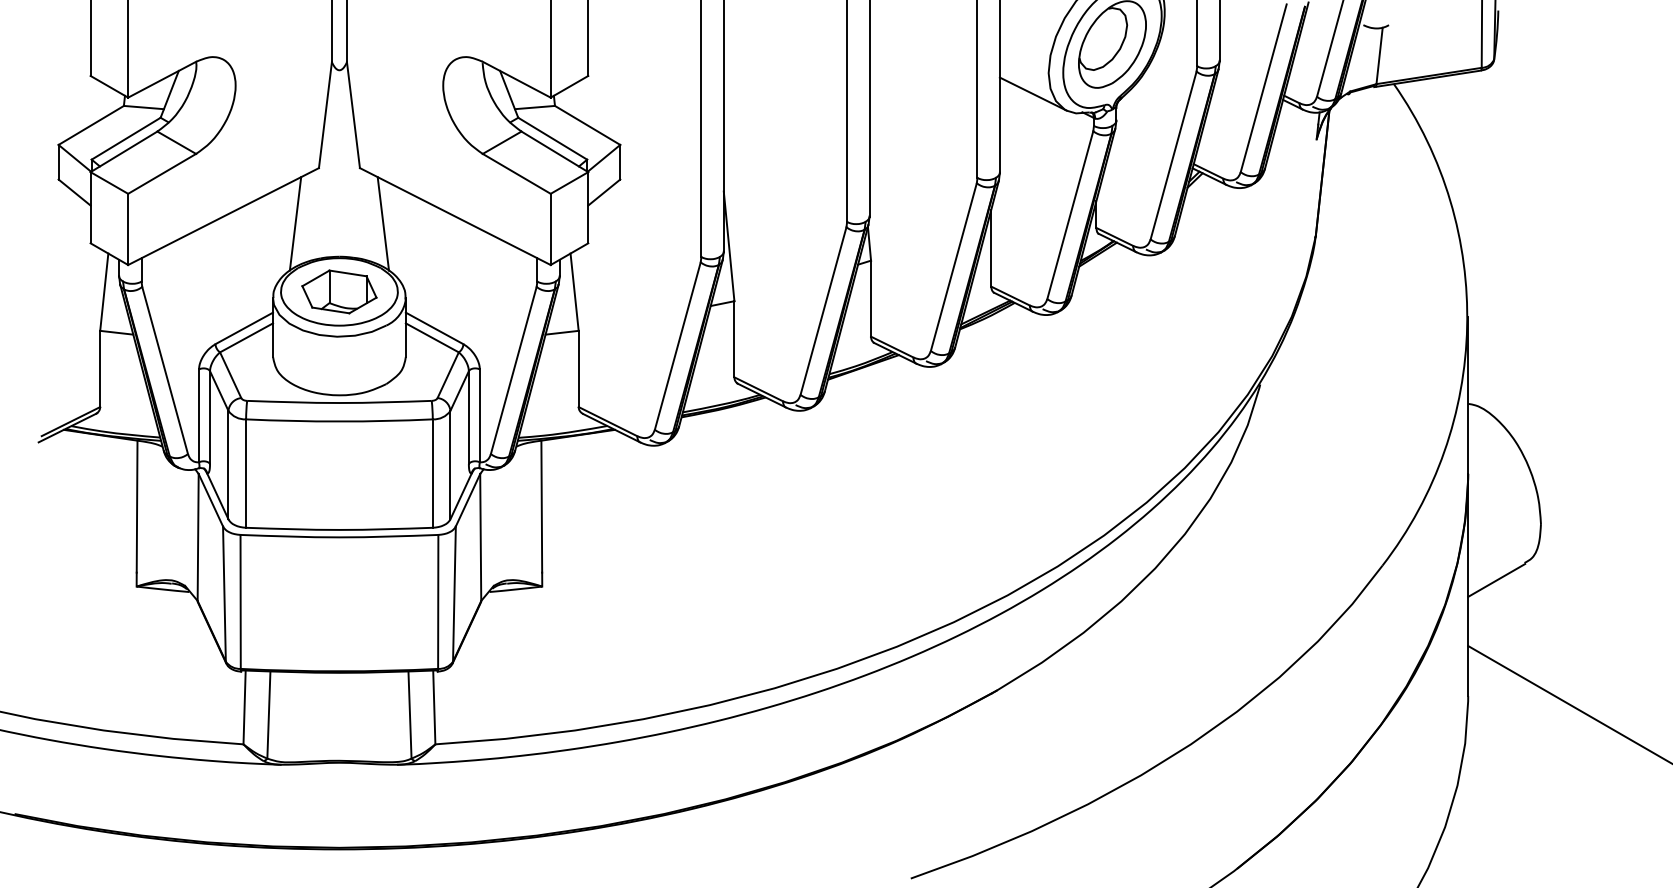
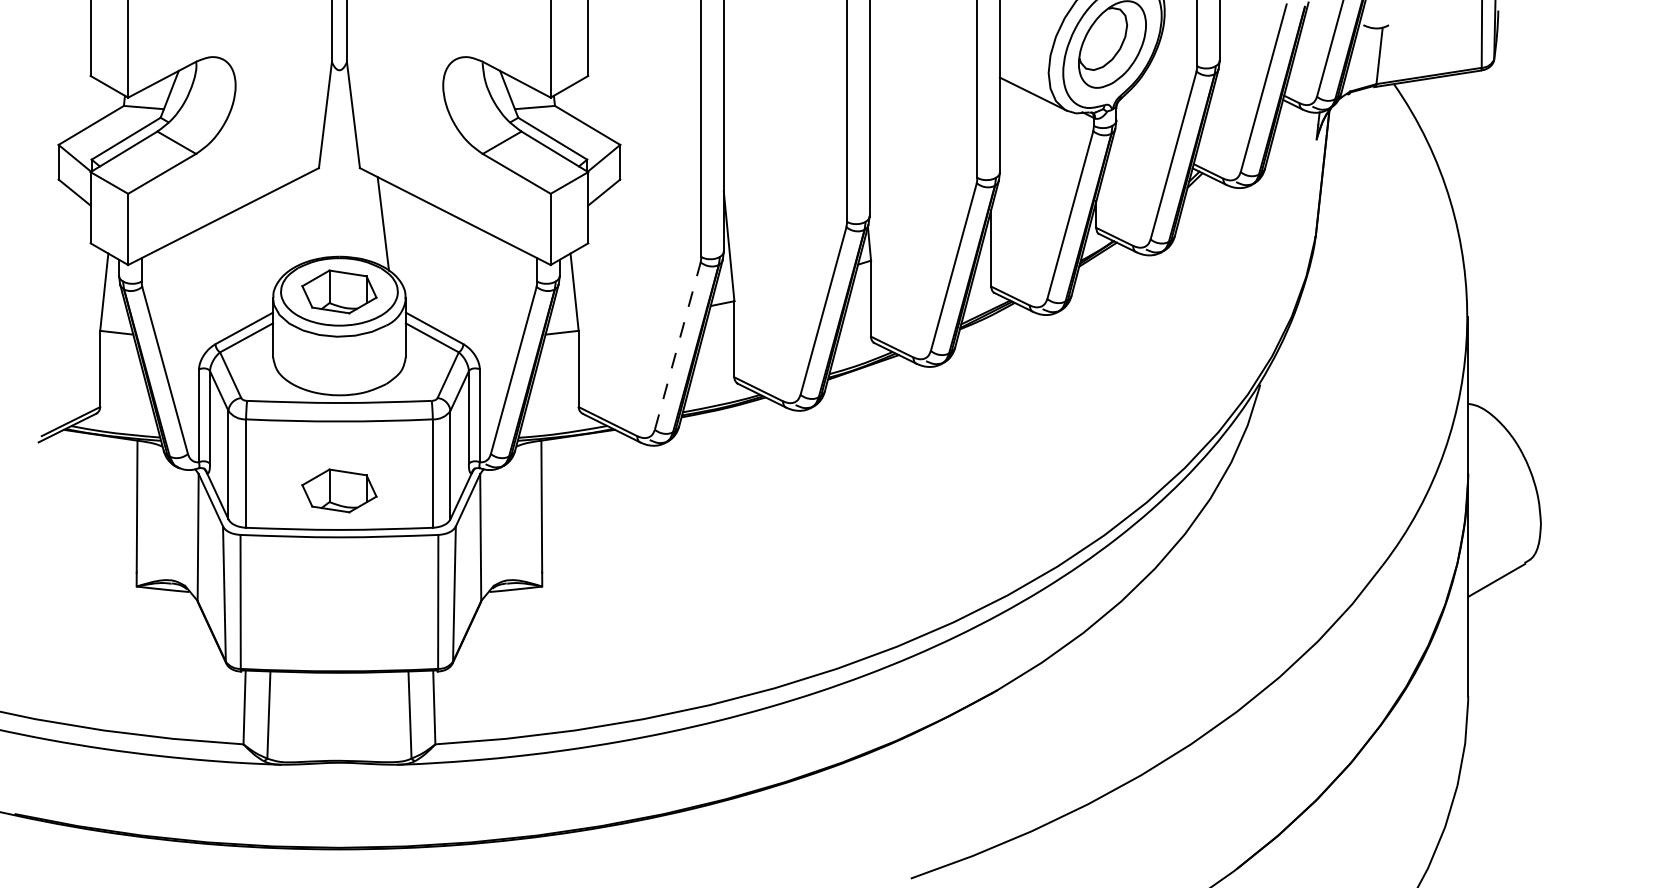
line at (295, 223): present -> none
line at (677, 346): solid -> dashed
part at (339, 490): none -> present
line at (1568, 704): present -> none
